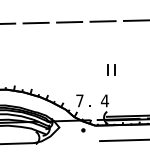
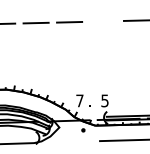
line at (102, 21): present -> none
part at (111, 69): present -> none
text at (104, 100): 4 -> 5
